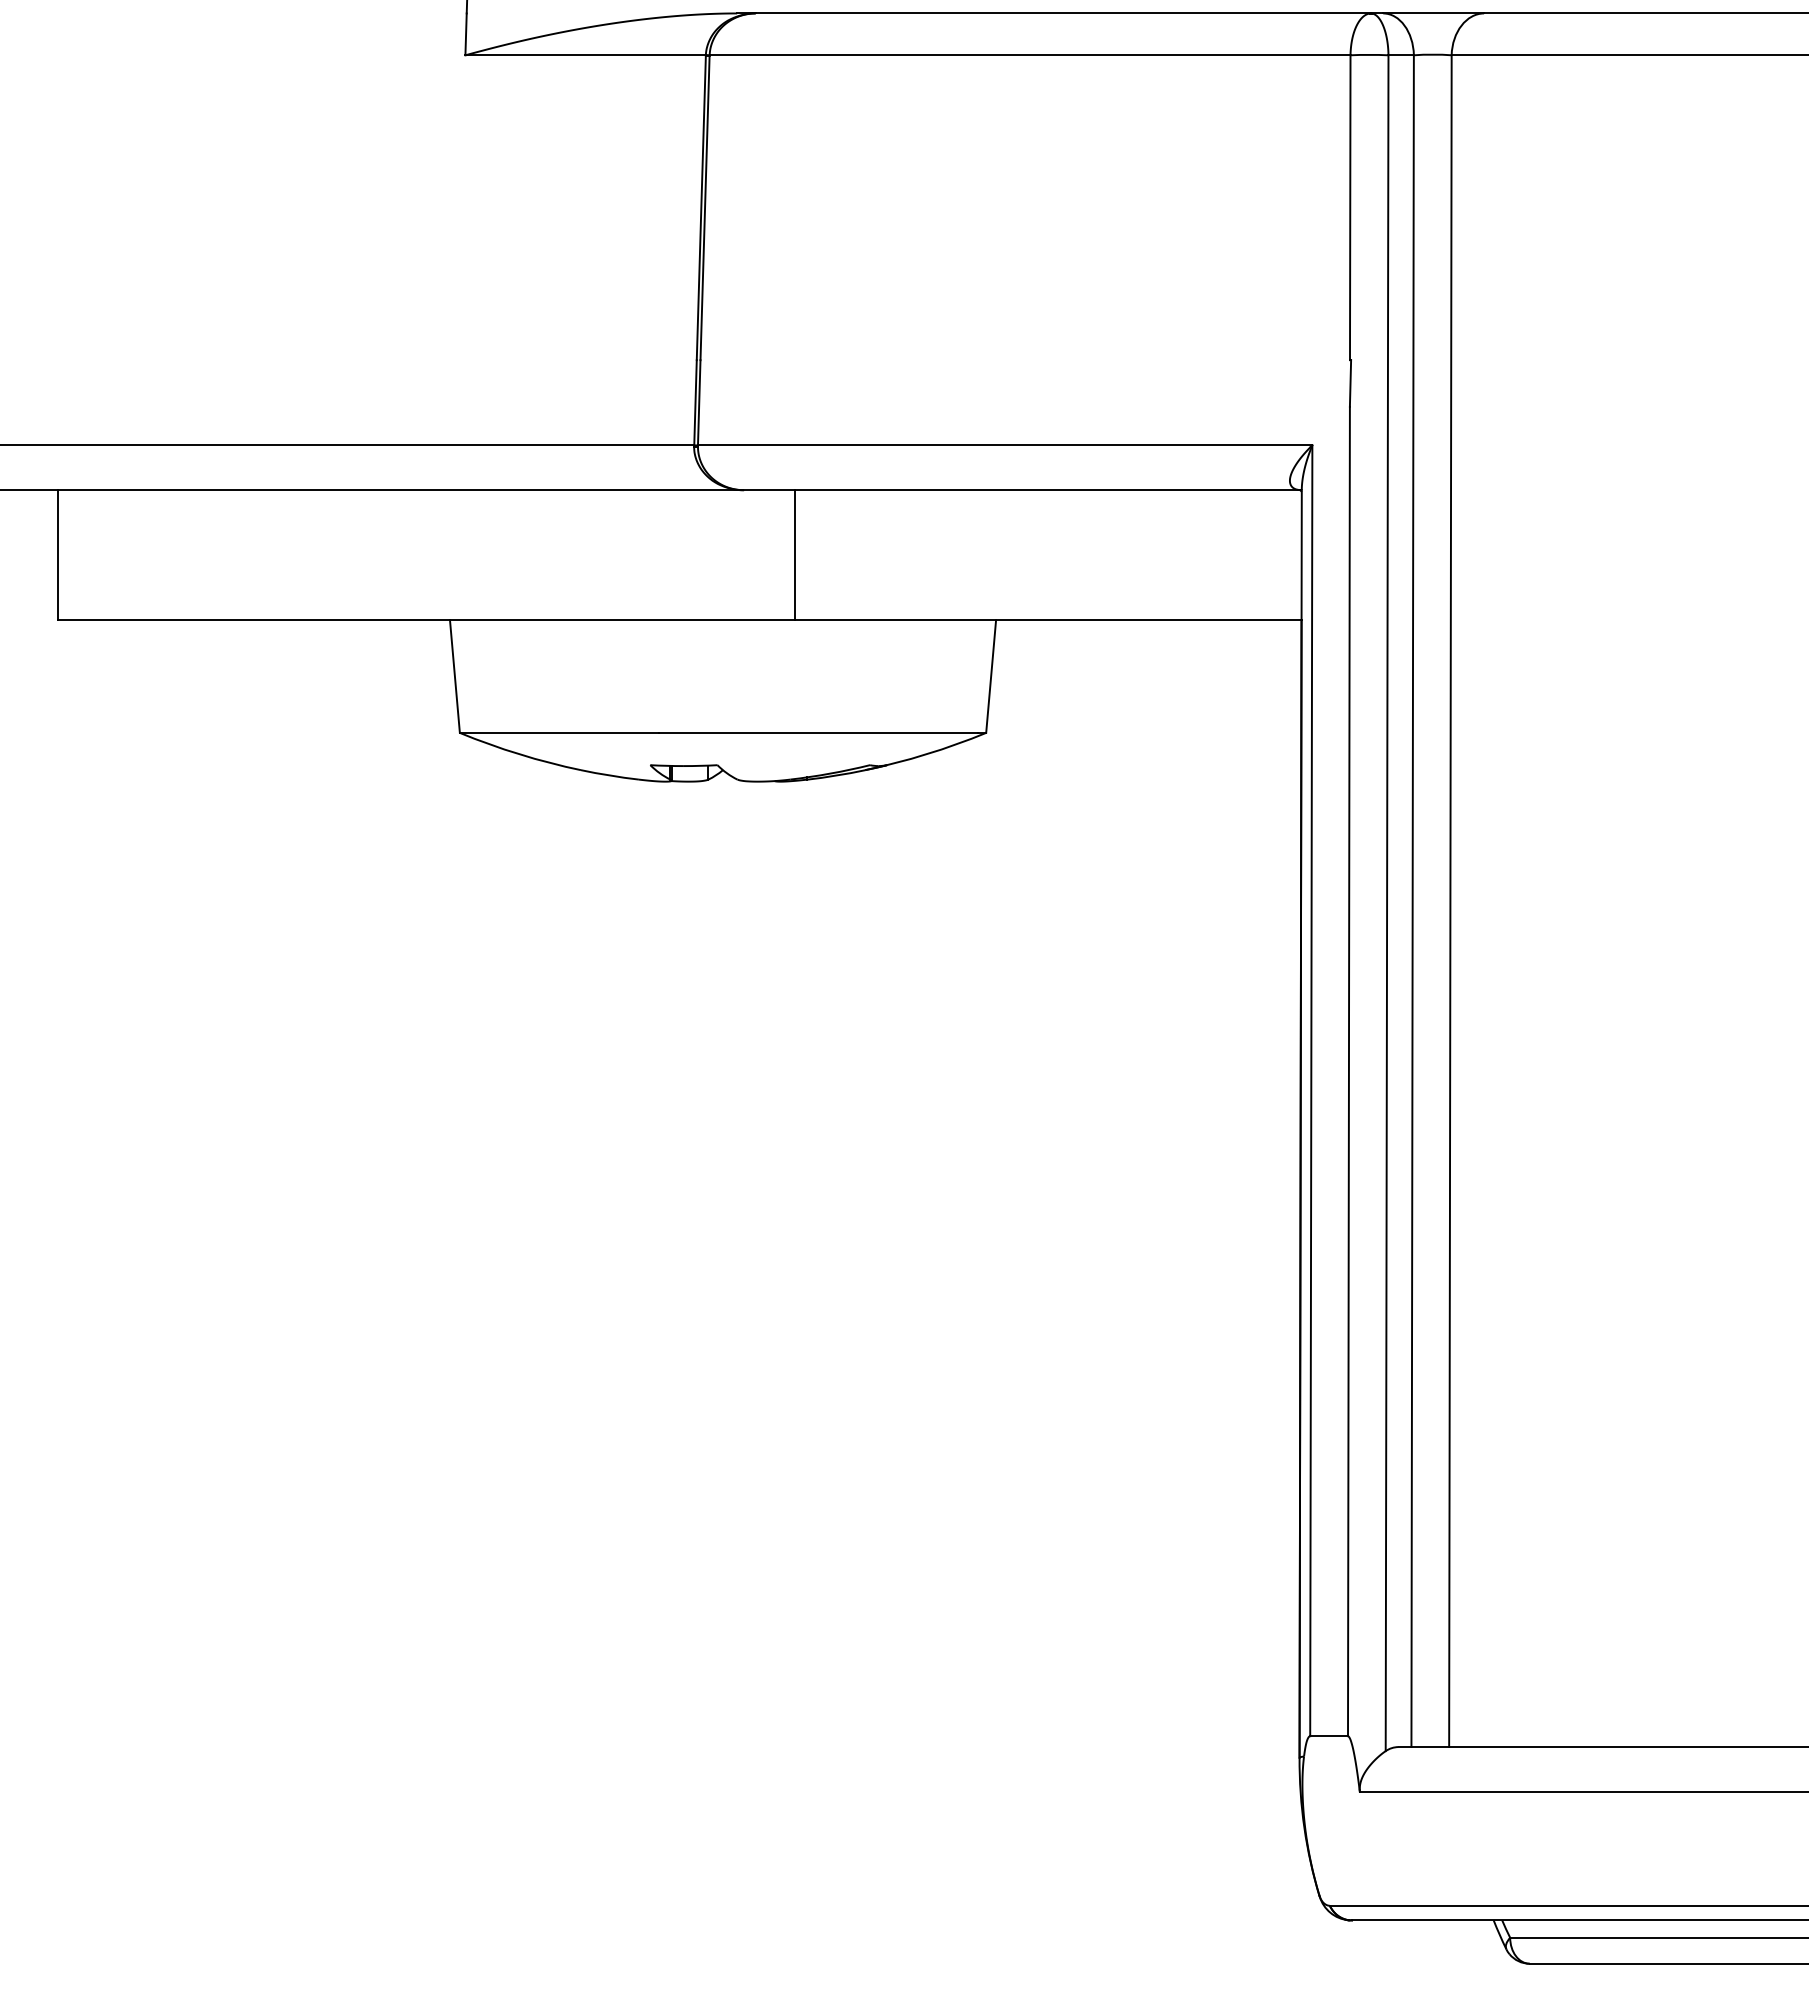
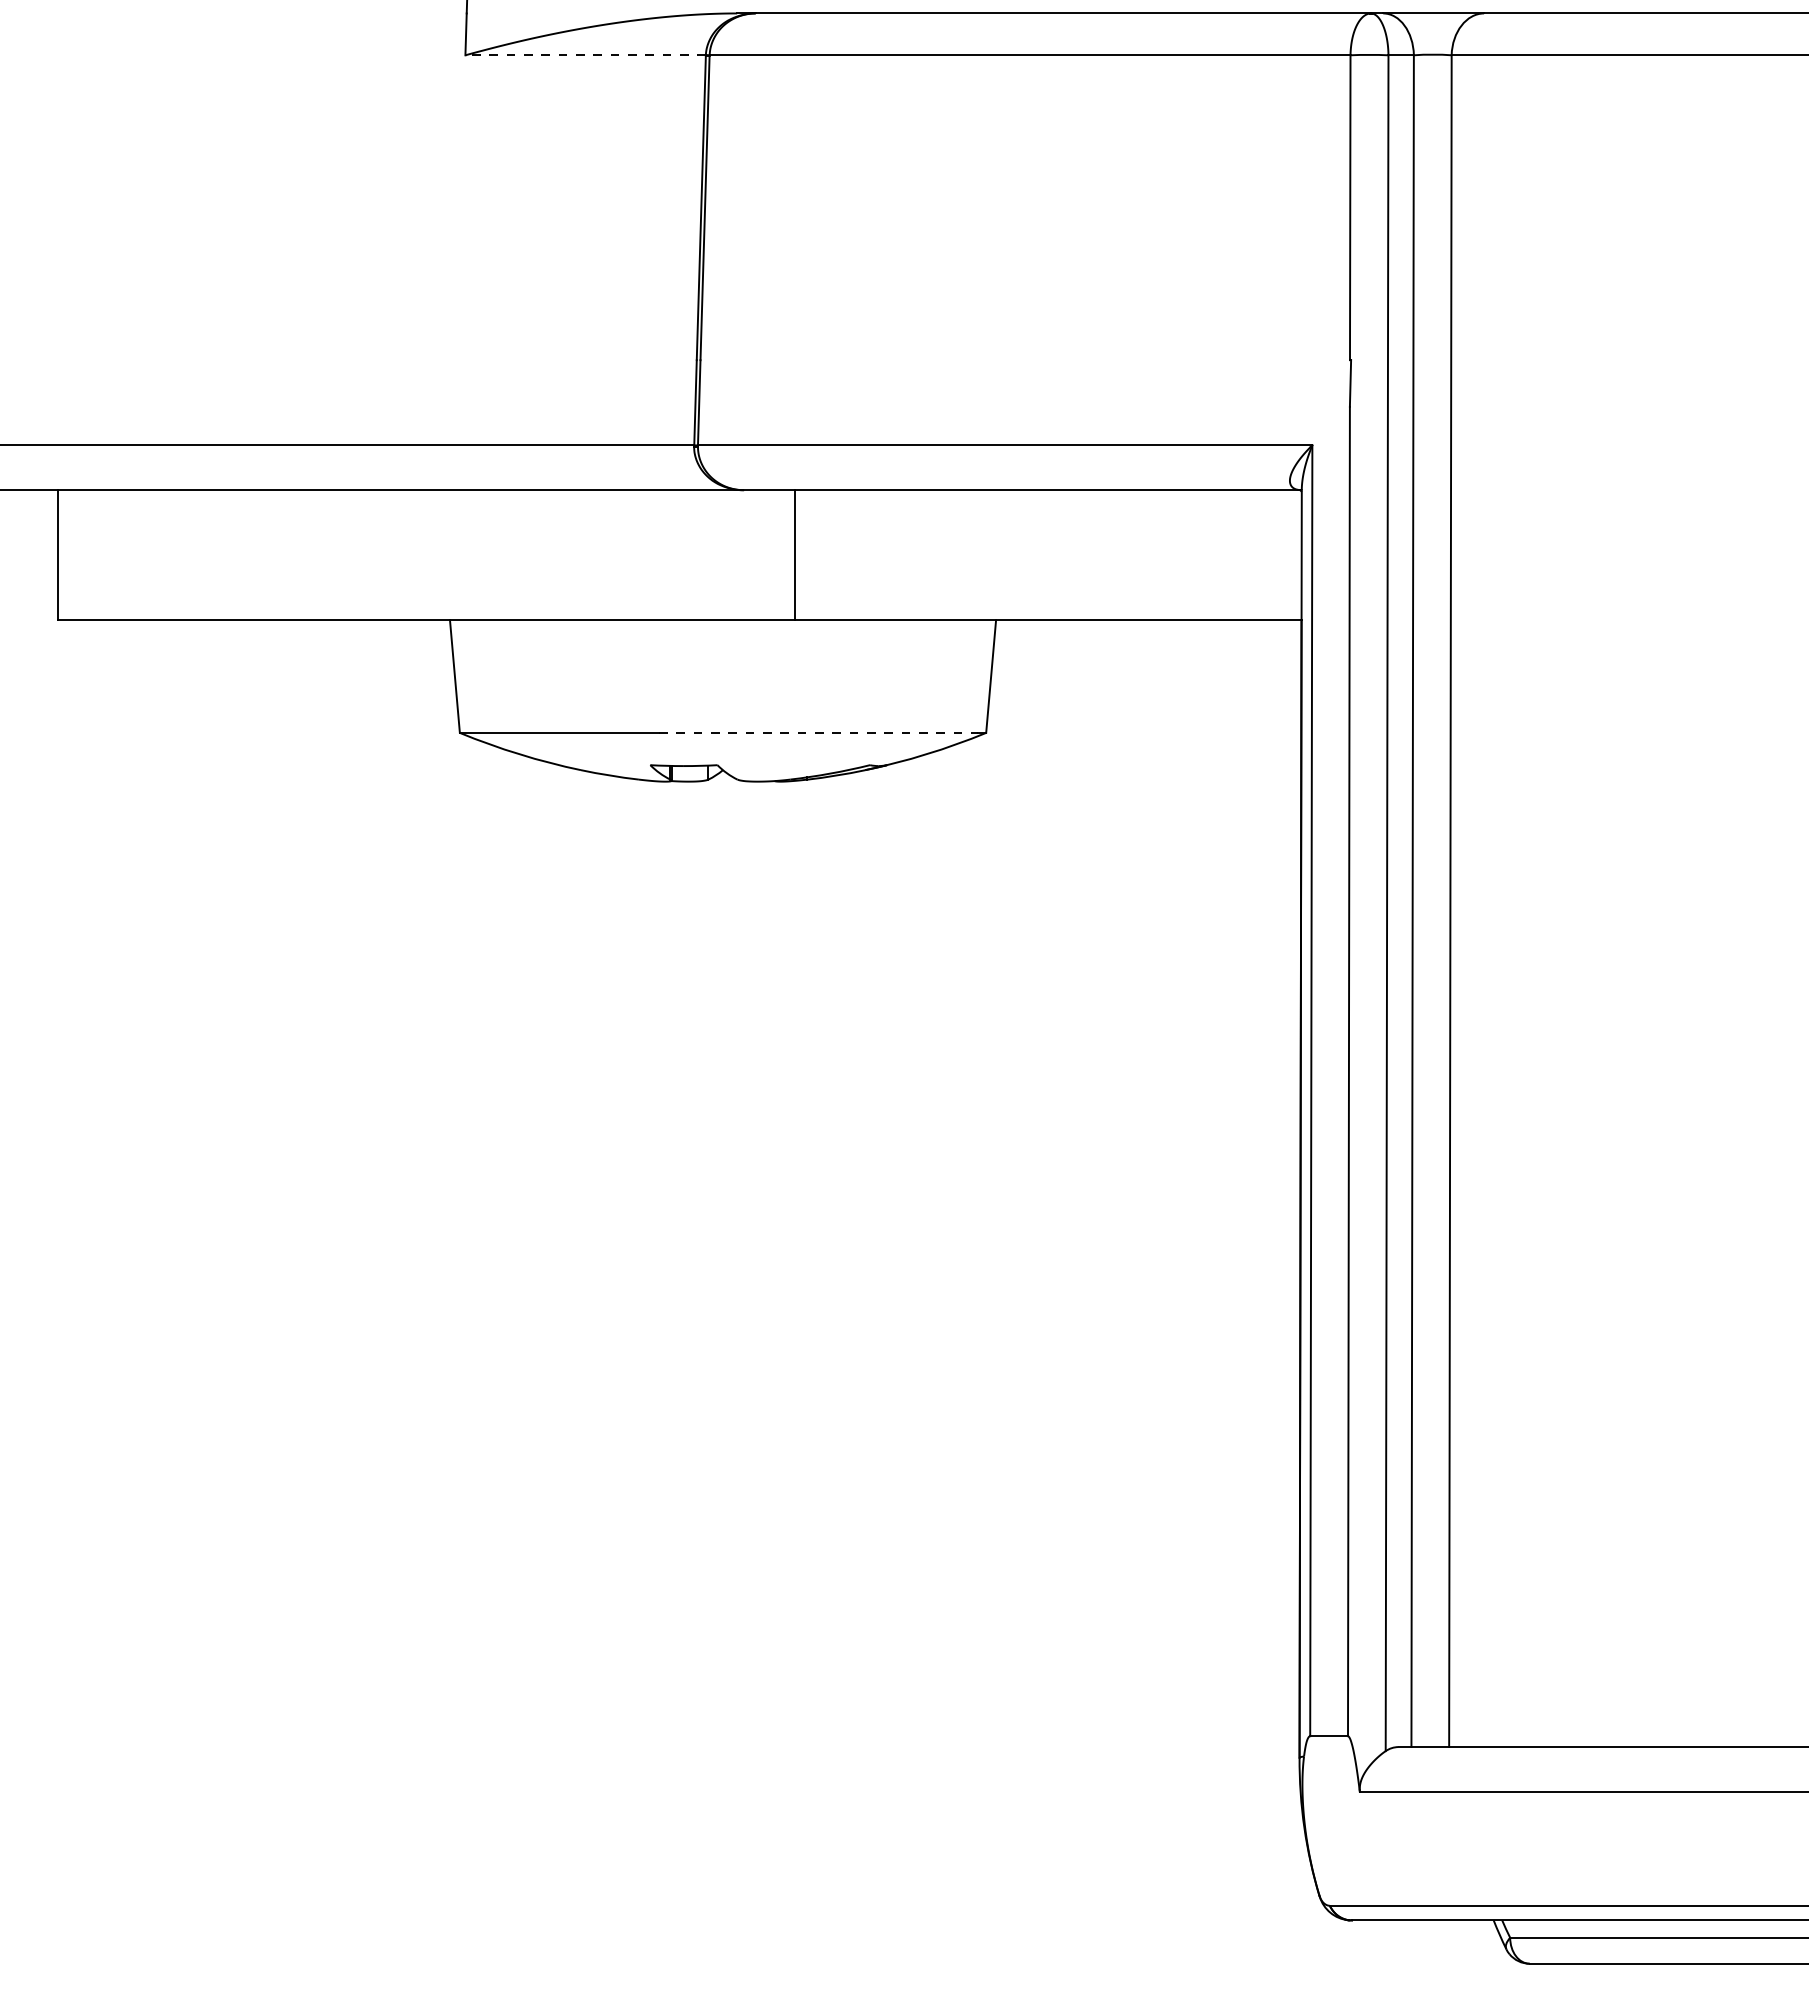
line at (585, 55): solid -> dashed
line at (818, 732): solid -> dashed
